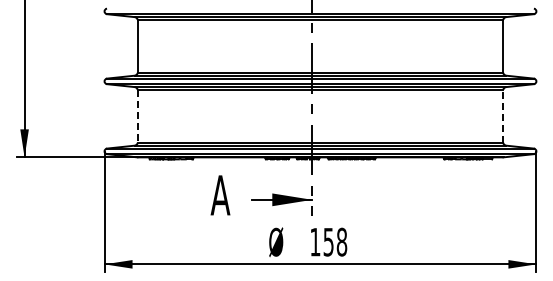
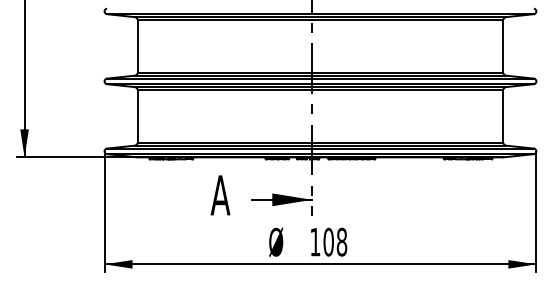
line at (503, 115): dashed -> solid
line at (137, 116): dashed -> solid
text at (328, 241): 158 -> 108
